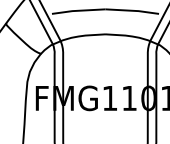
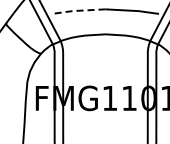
line at (78, 10): solid -> dashed
